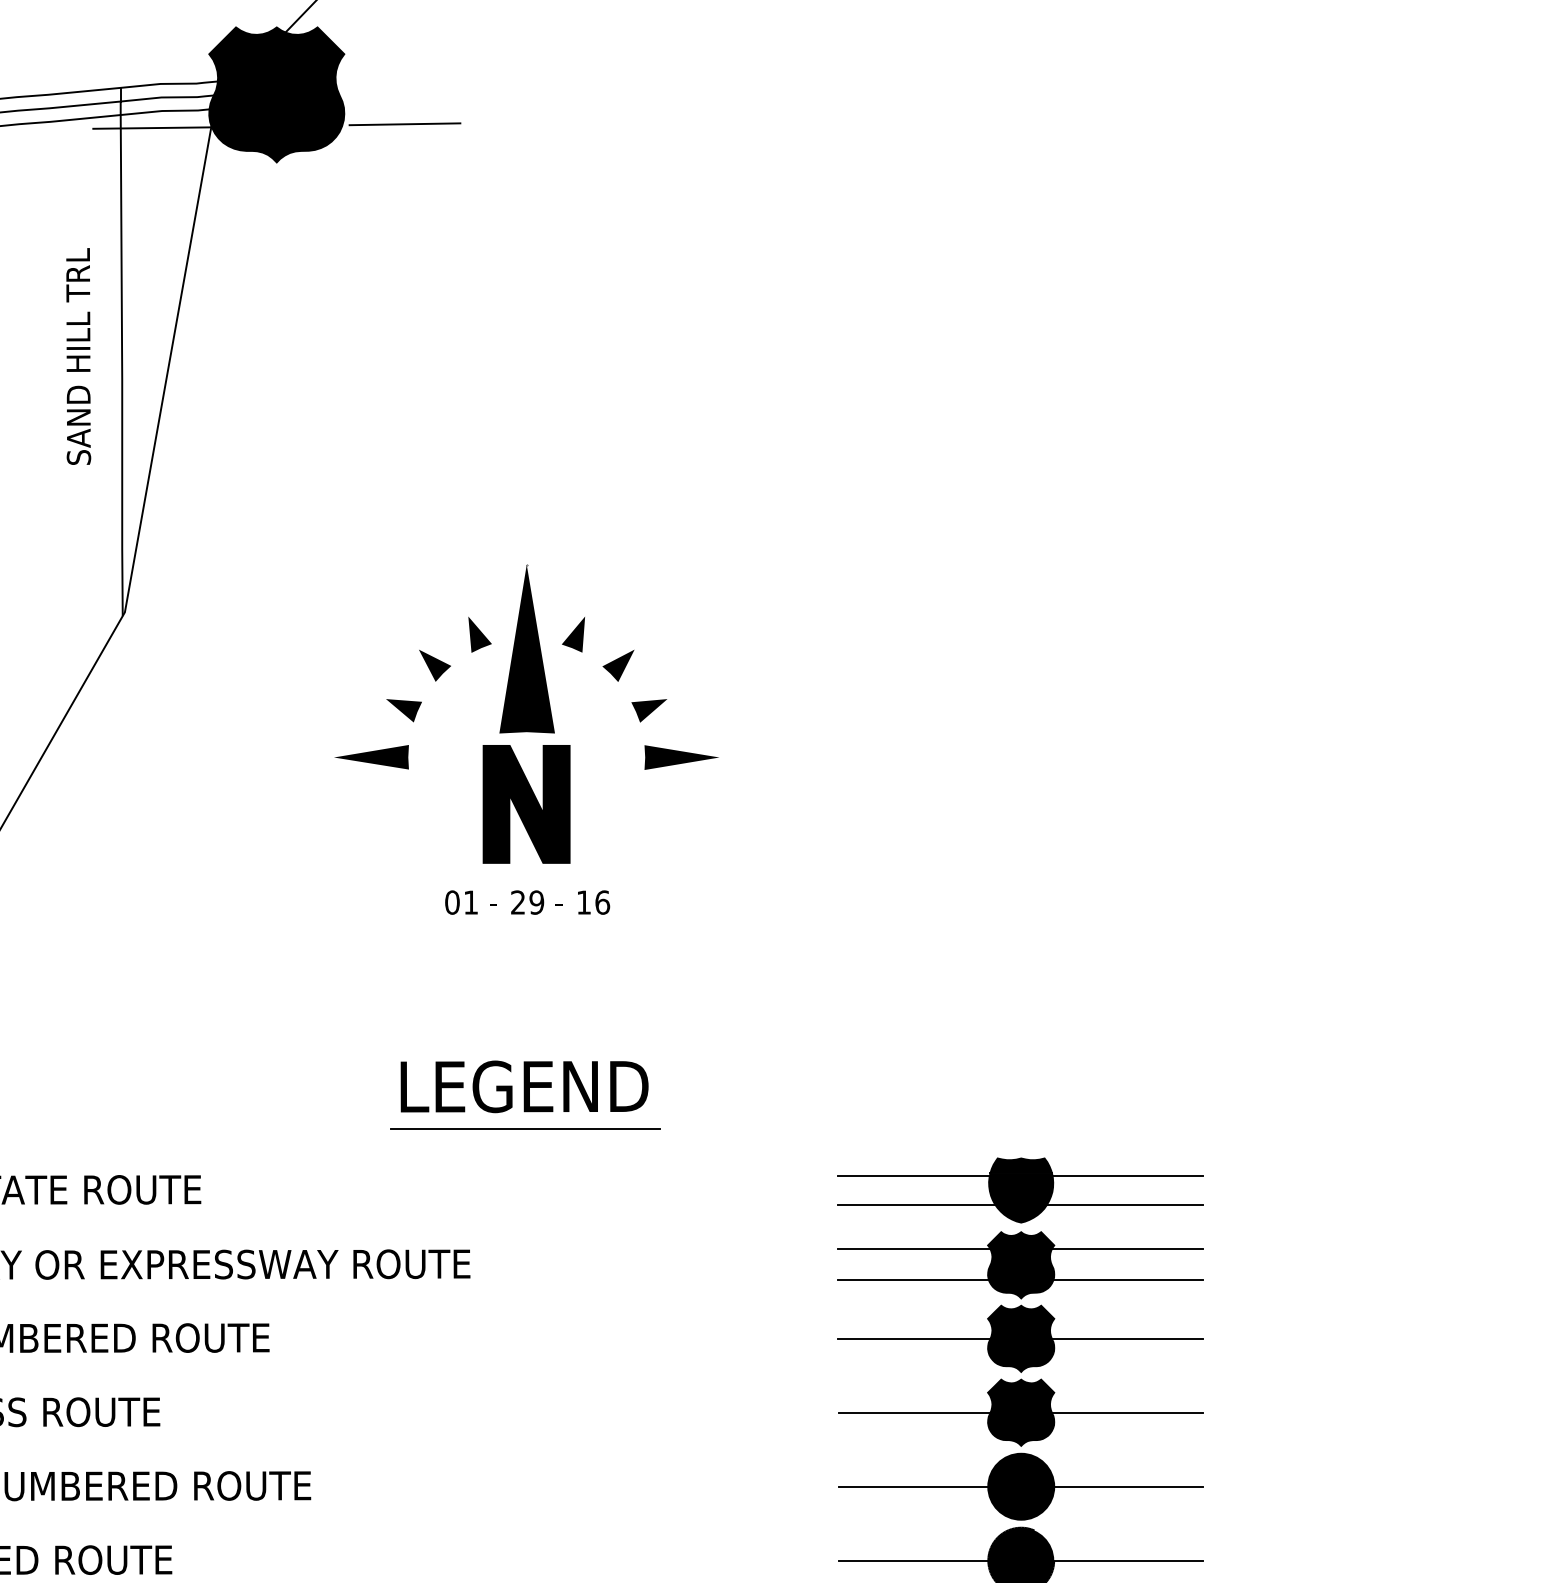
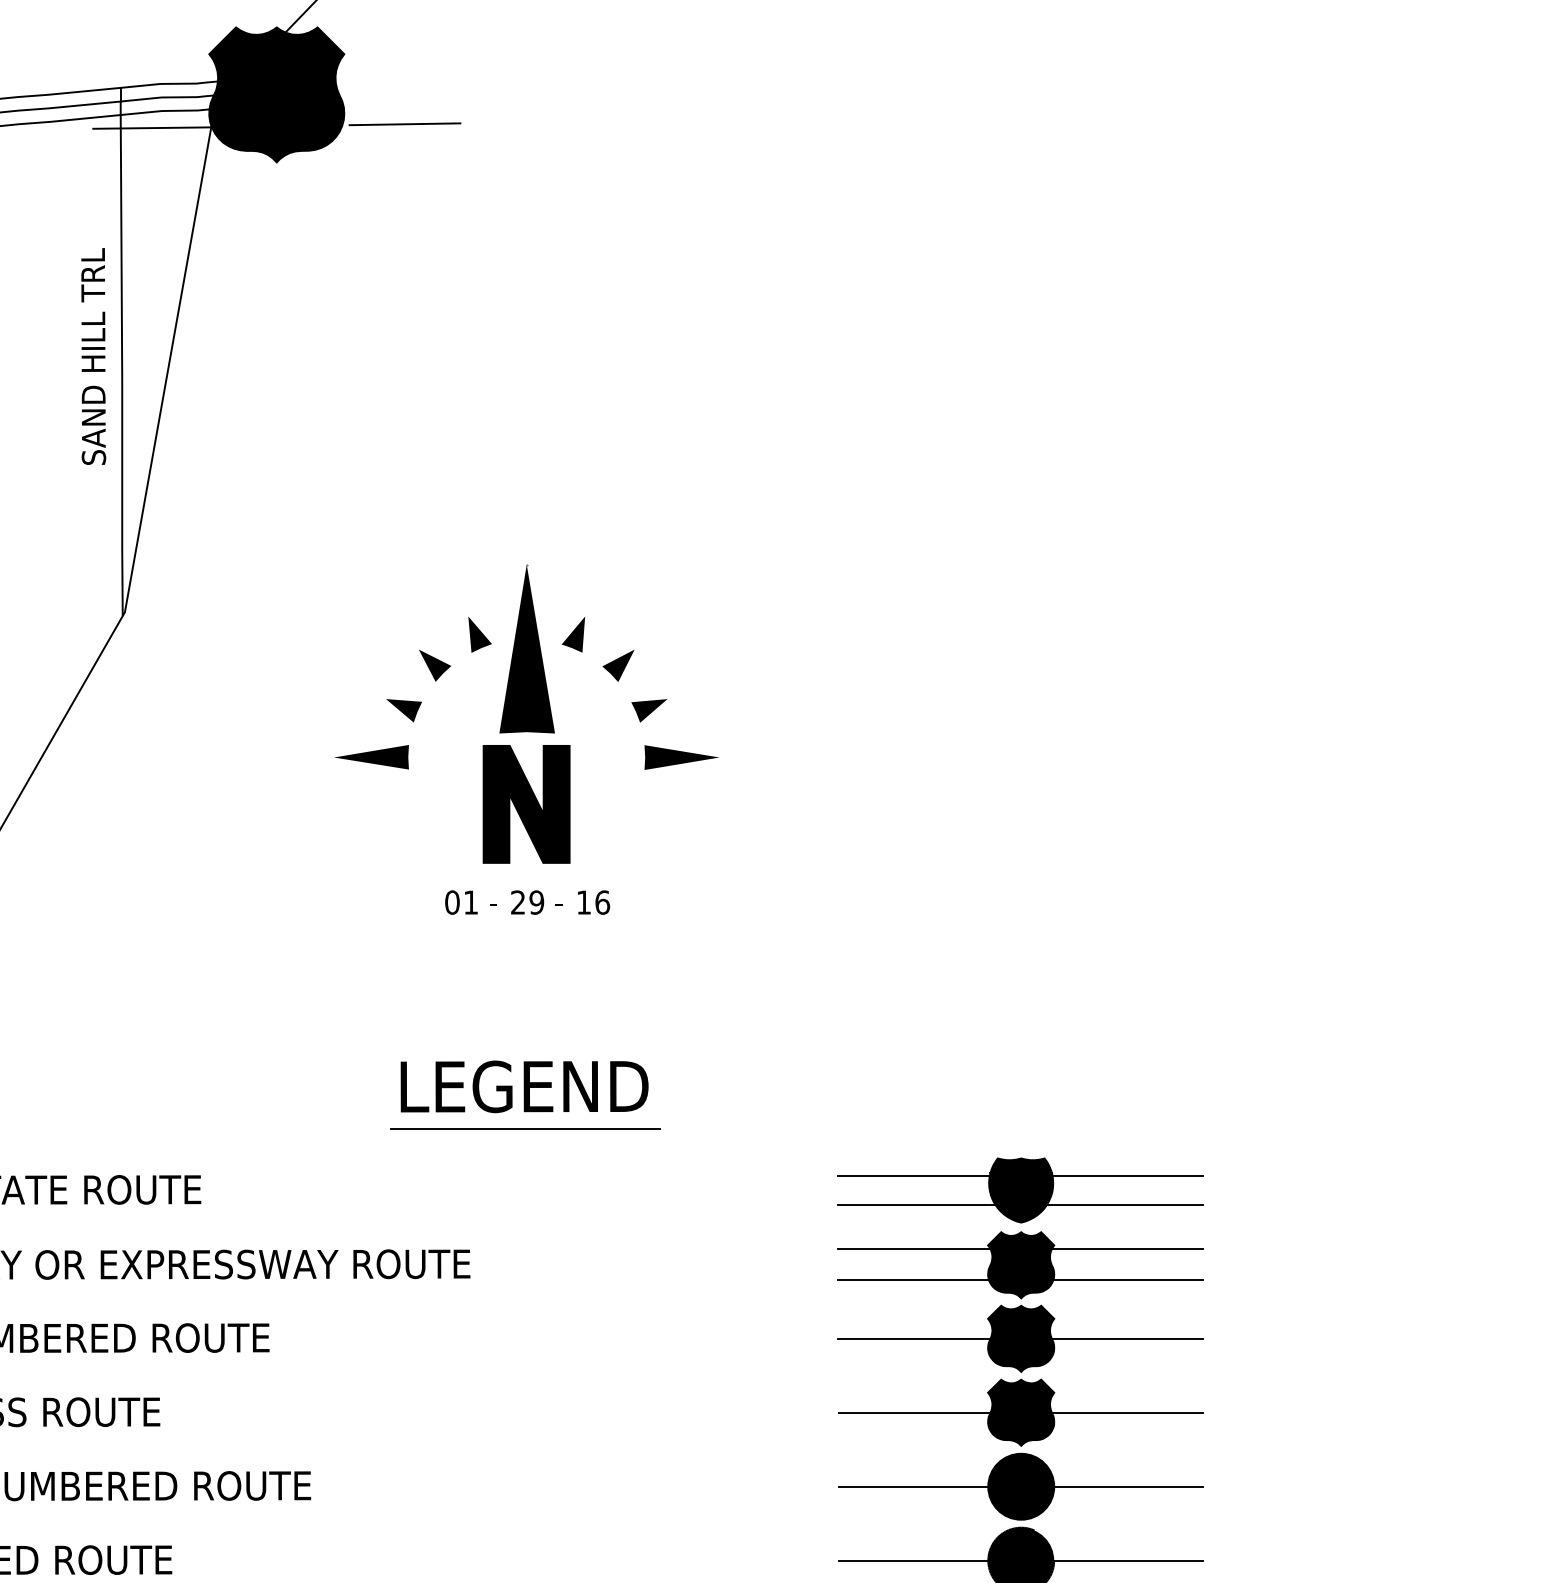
text at (78, 356) position: (78, 356) -> (93, 356)
